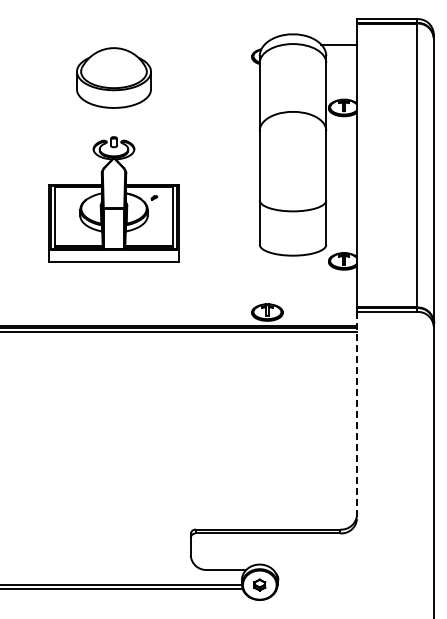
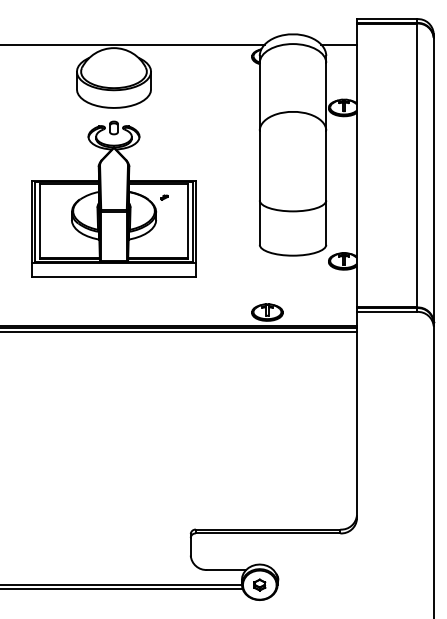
line at (133, 44): none -> present
part at (113, 199) size: 132x127 px -> 166x158 px
line at (356, 415): dashed -> solid
